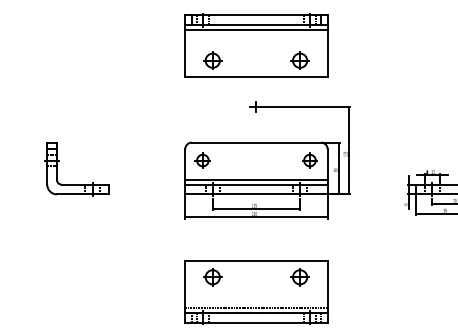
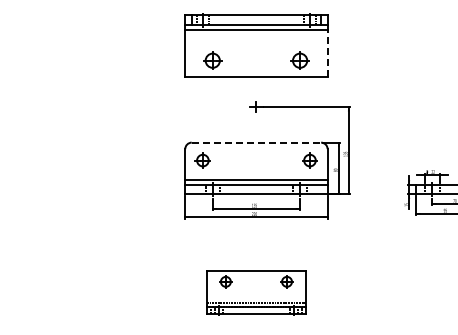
line at (327, 52): solid -> dashed
line at (256, 142): solid -> dashed
part at (76, 184): present -> none
part at (256, 292) size: 145x65 px -> 101x46 px
